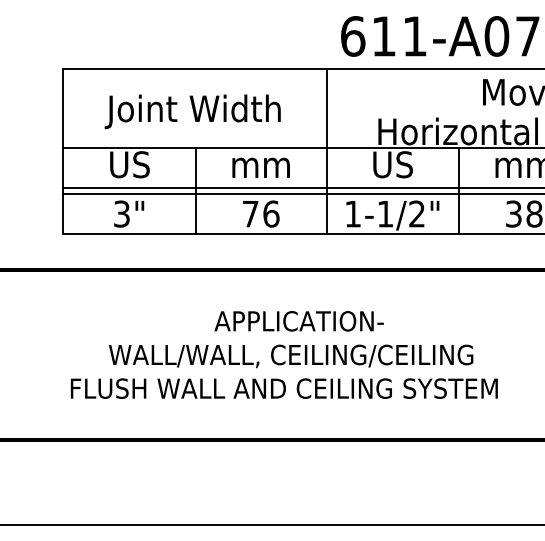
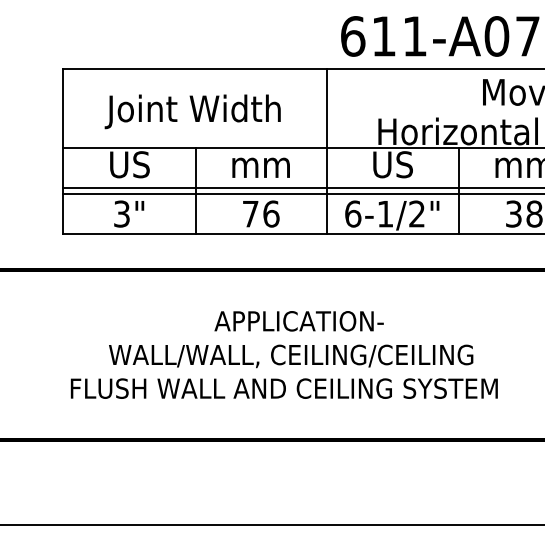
text at (353, 213): 1-1/2" -> 6-1/2"
